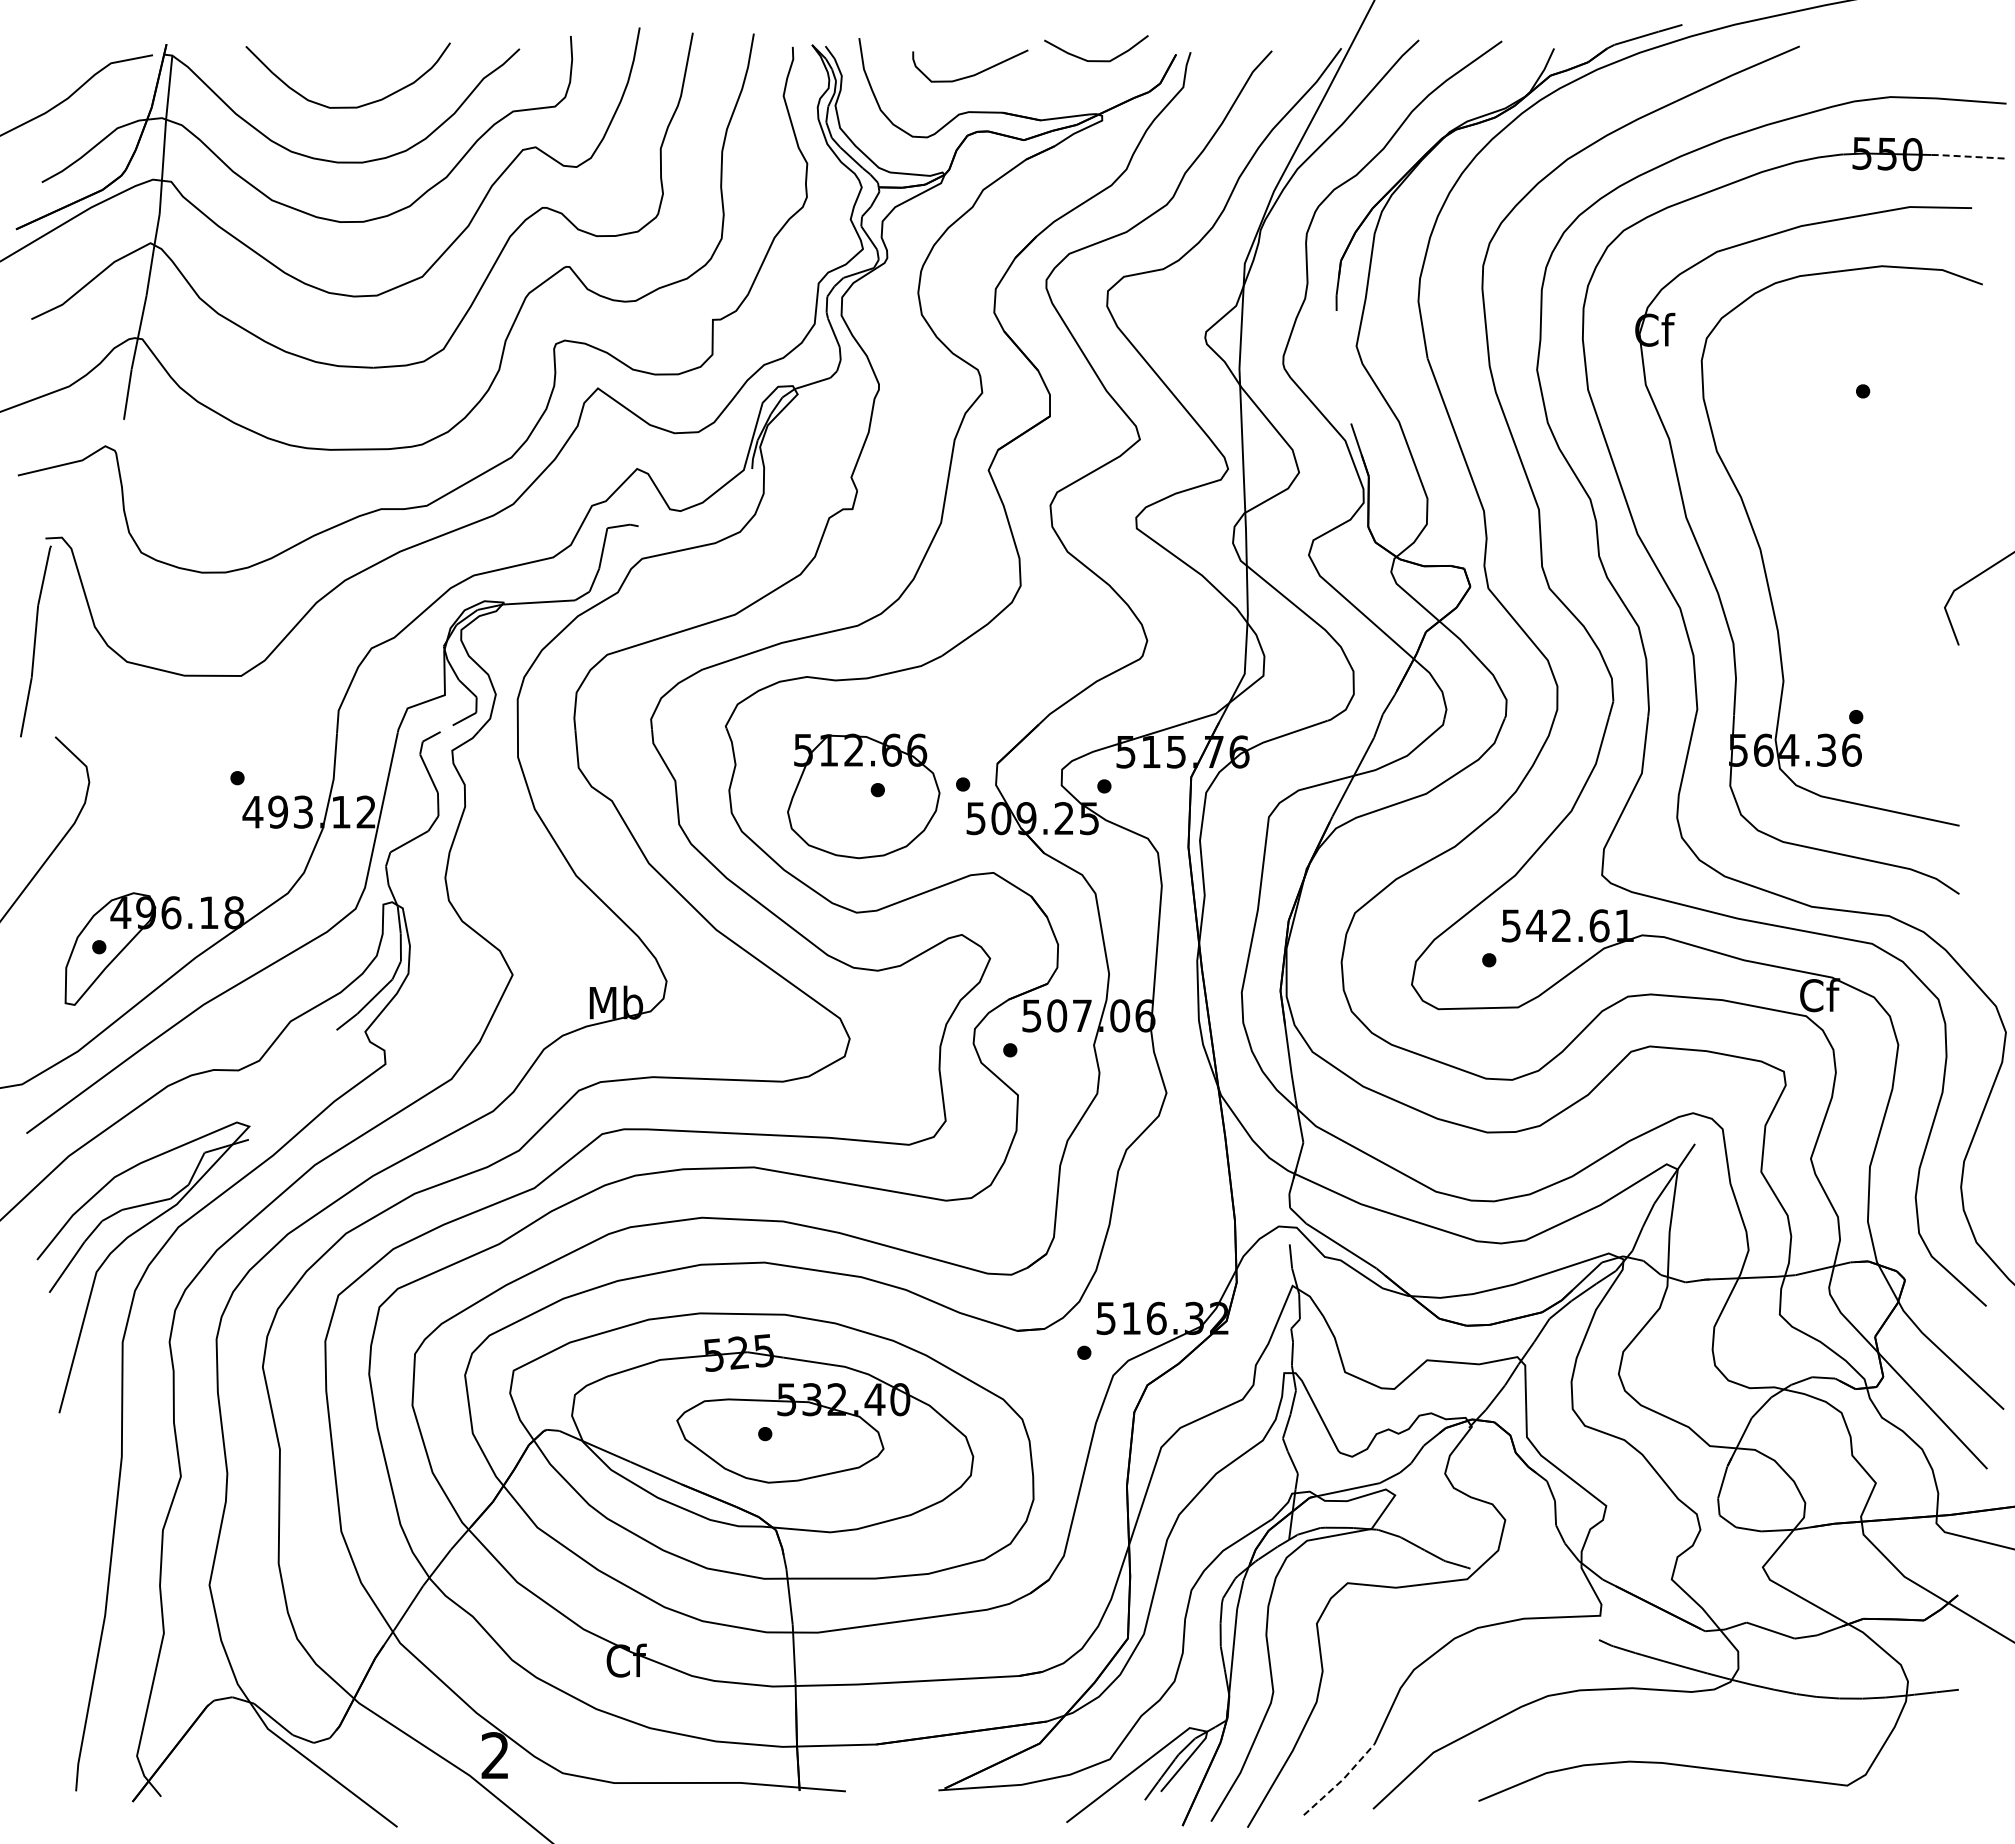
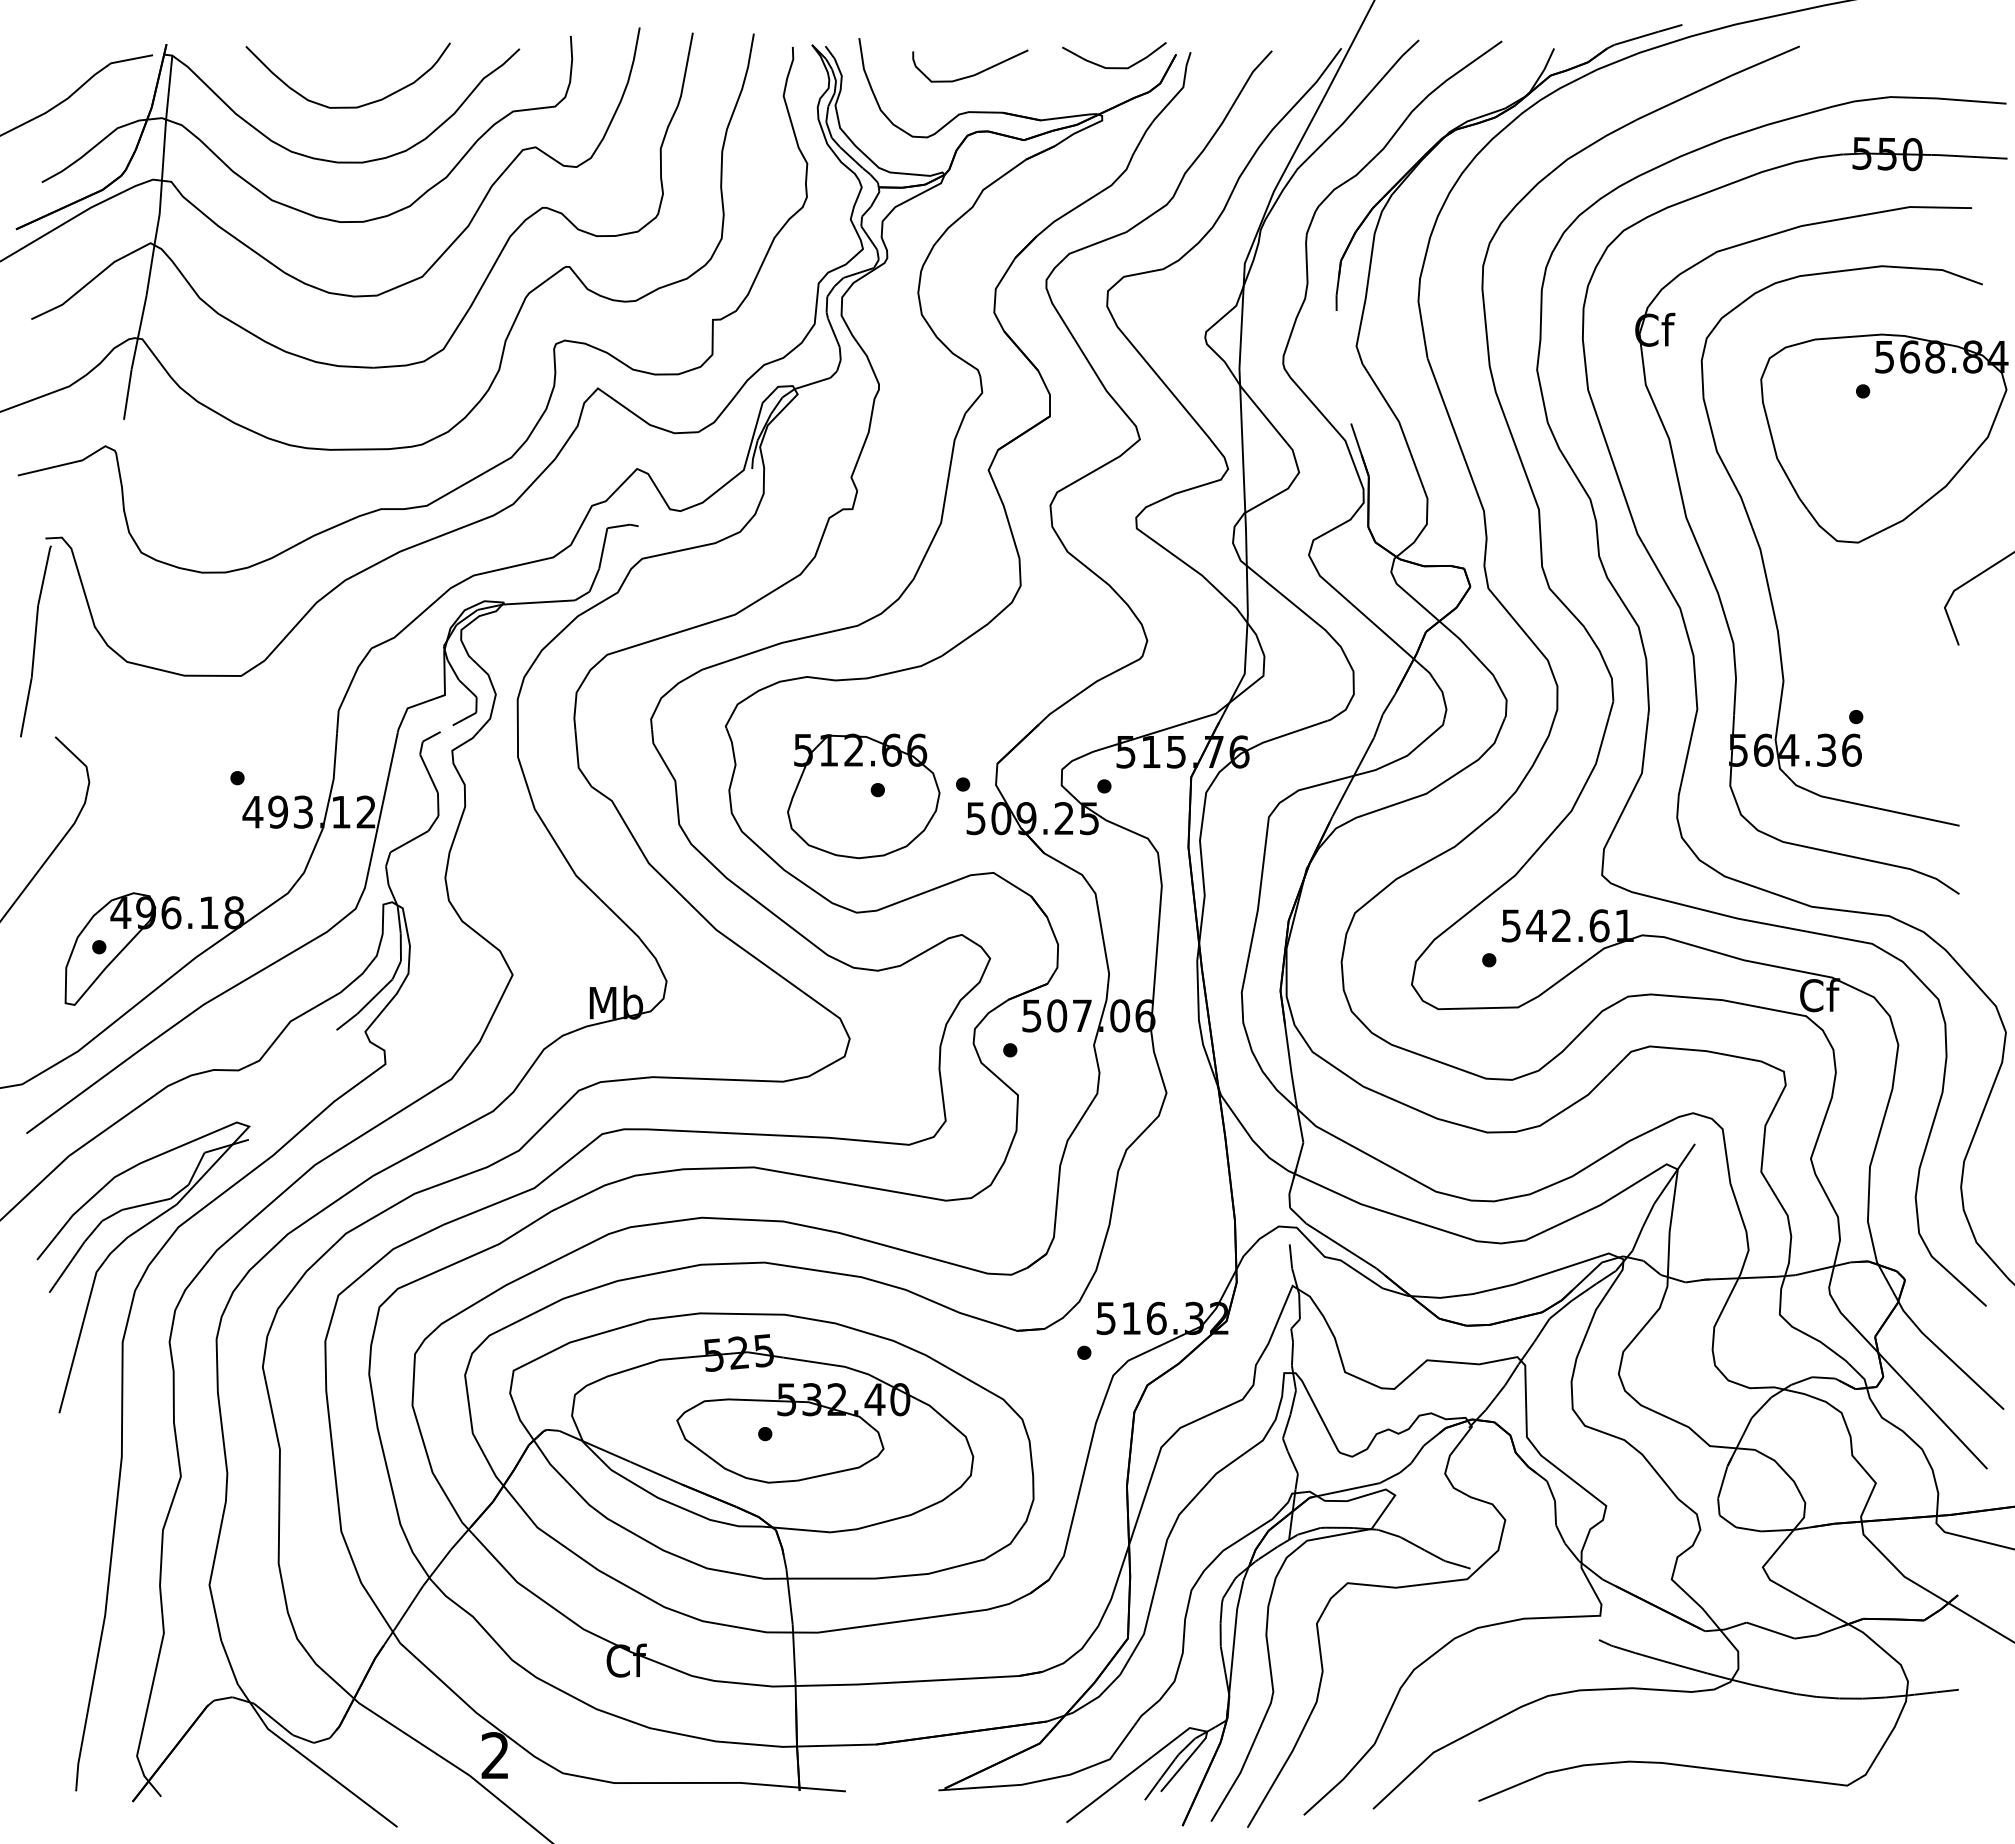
curve at (1096, 60) position: (1096, 60) -> (1114, 67)
line at (1968, 156): dashed -> solid
part at (1884, 438): none -> present
line at (1341, 1780): dashed -> solid
